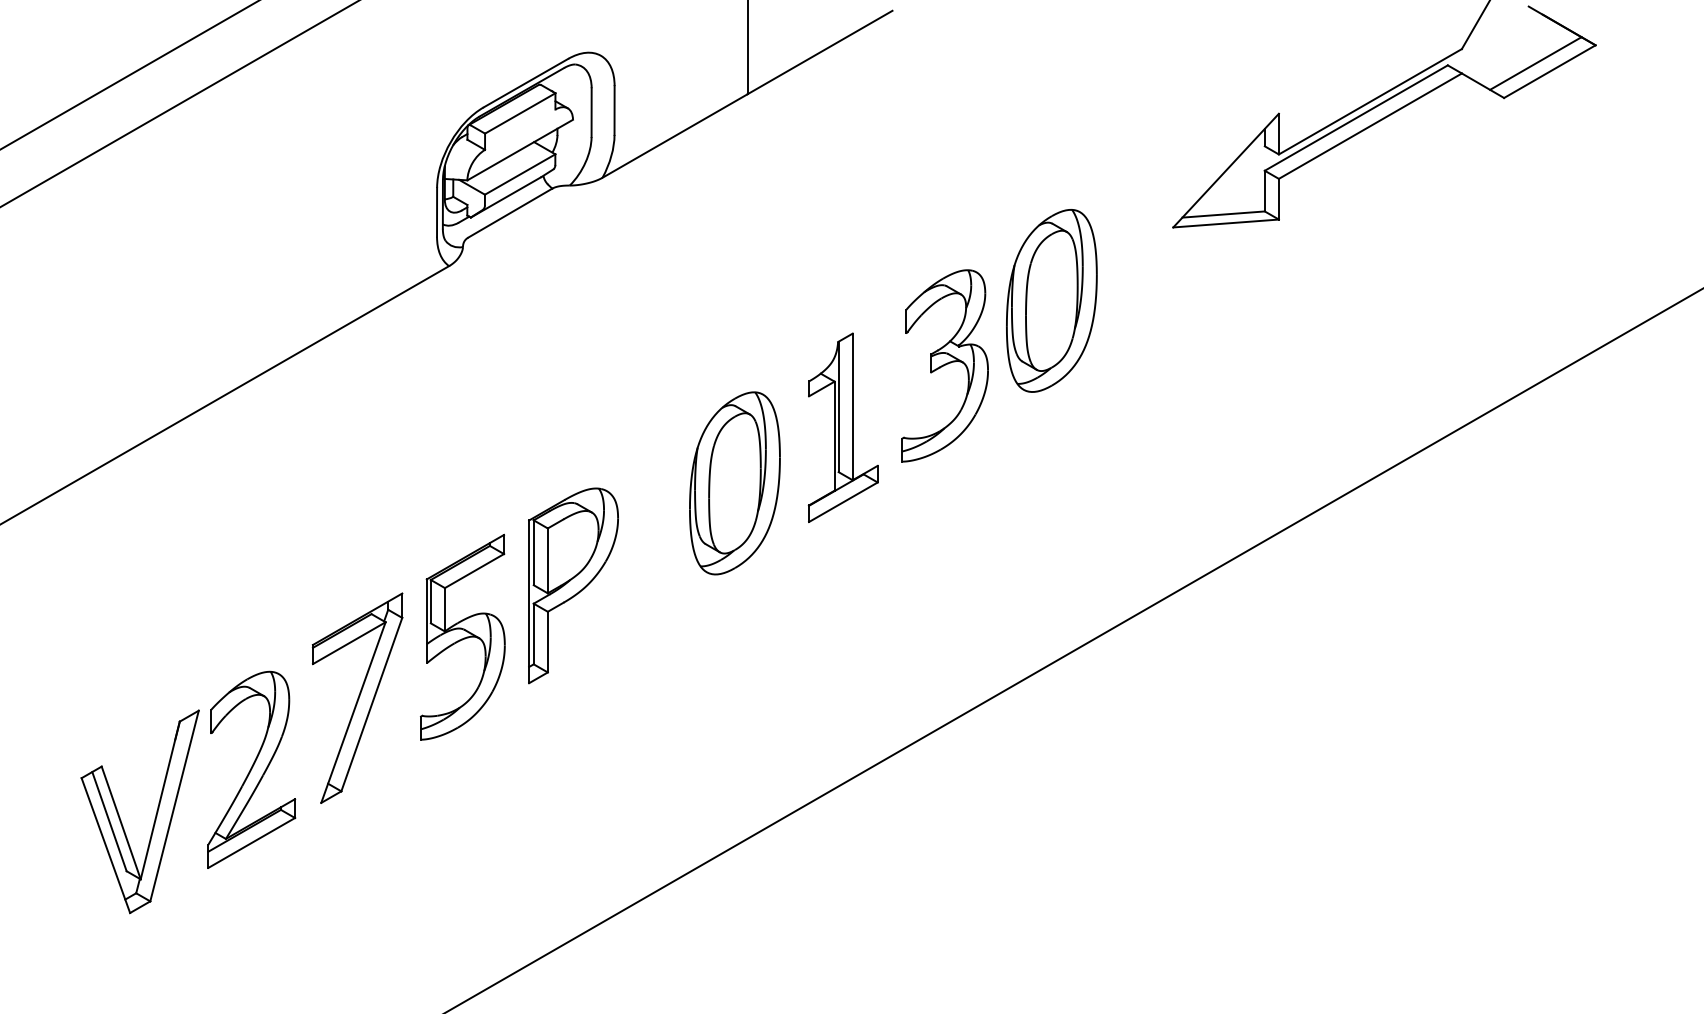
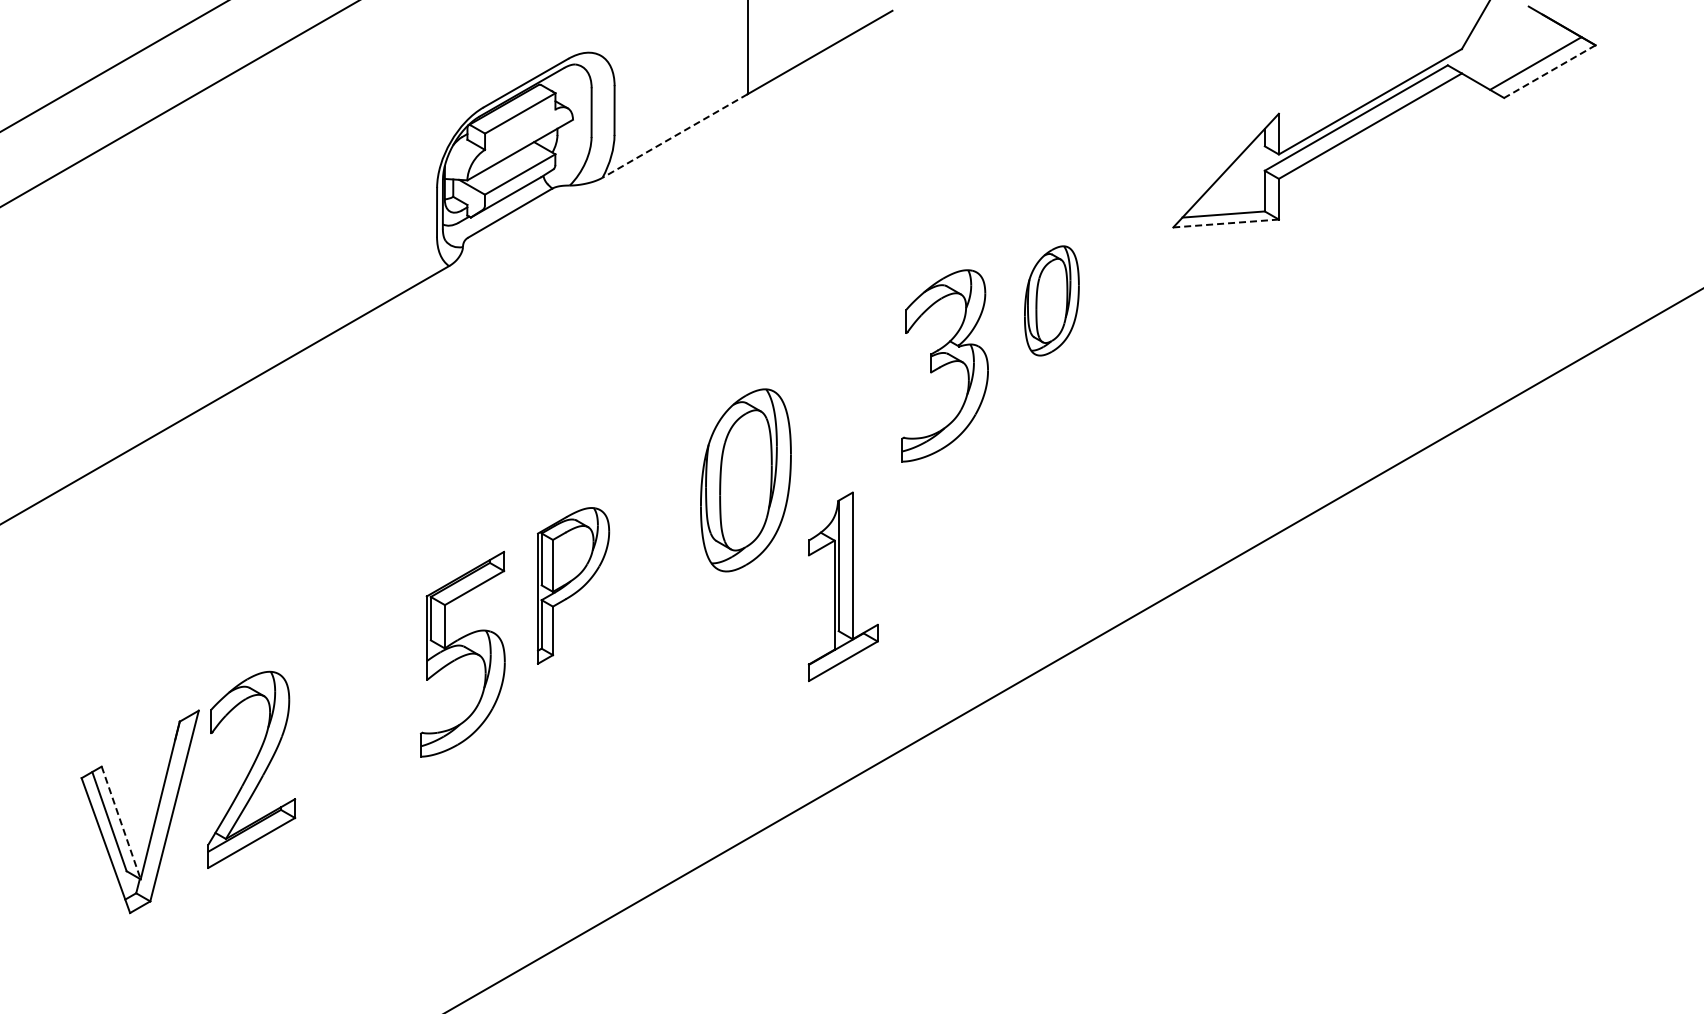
line at (1549, 71): solid -> dashed
line at (129, 75) position: (129, 75) -> (113, 66)
line at (675, 136): solid -> dashed
line at (1226, 223): solid -> dashed
part at (1051, 300) size: 92x184 px -> 56x112 px
part at (842, 427) position: (842, 427) -> (842, 586)
part at (734, 483) position: (734, 483) -> (745, 480)
part at (573, 585) size: 91x198 px -> 74x158 px
part at (462, 636) position: (462, 636) -> (462, 653)
part at (357, 697): present -> none
line at (121, 822): solid -> dashed
